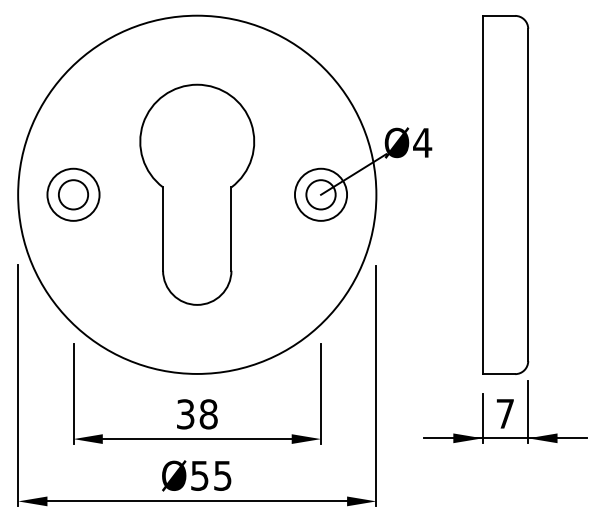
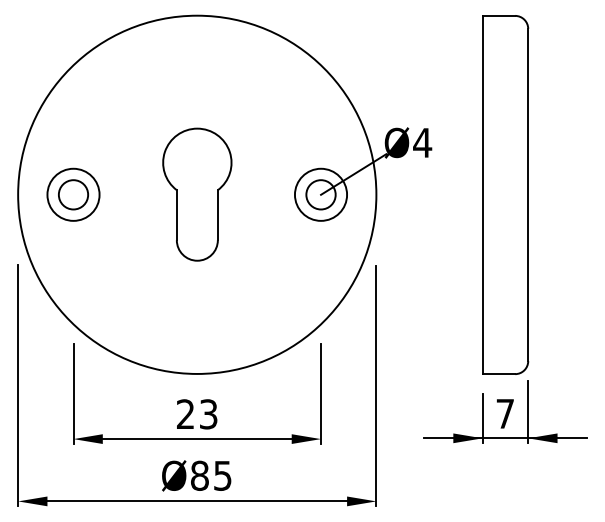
part at (197, 194) size: 117x223 px -> 71x135 px
text at (197, 414): 38 -> 23
text at (199, 475): Ø55 -> Ø85
